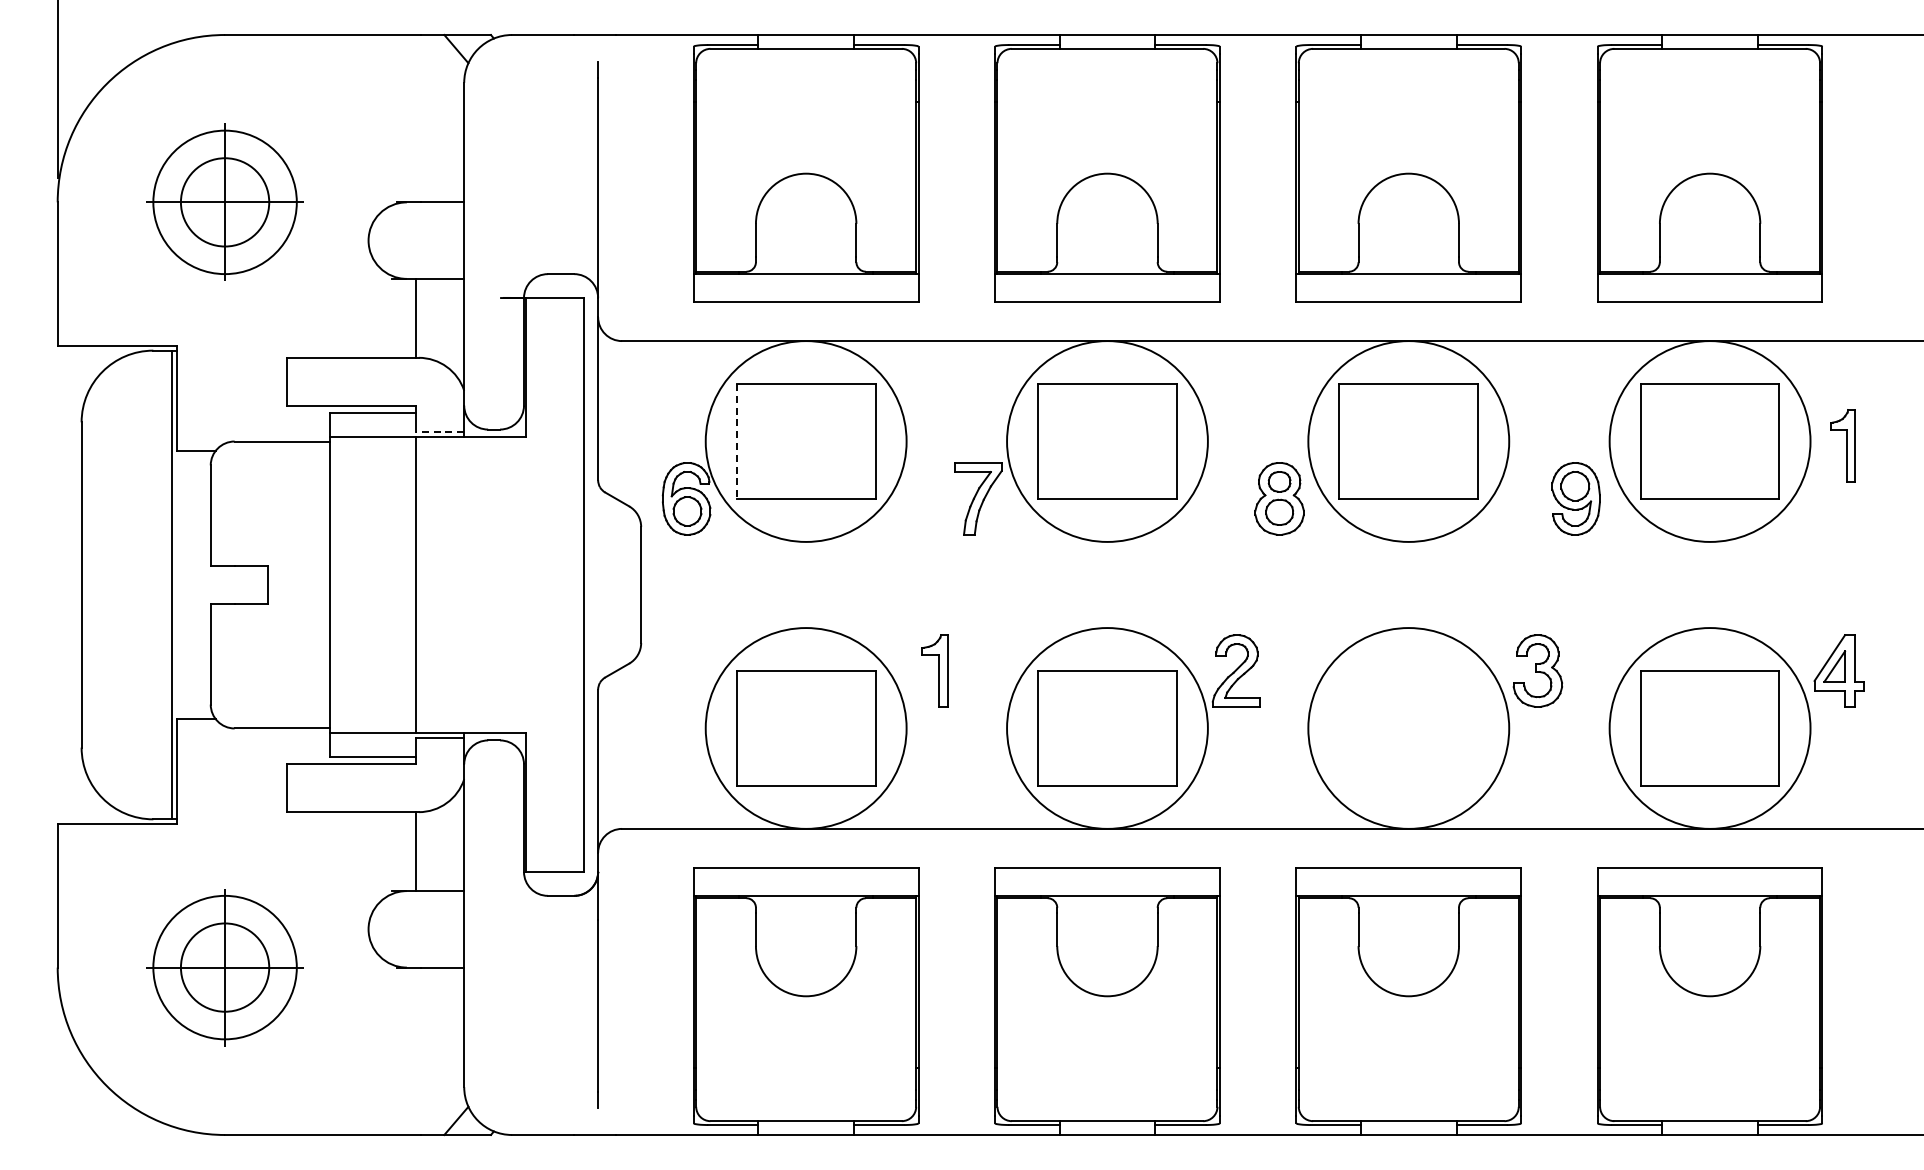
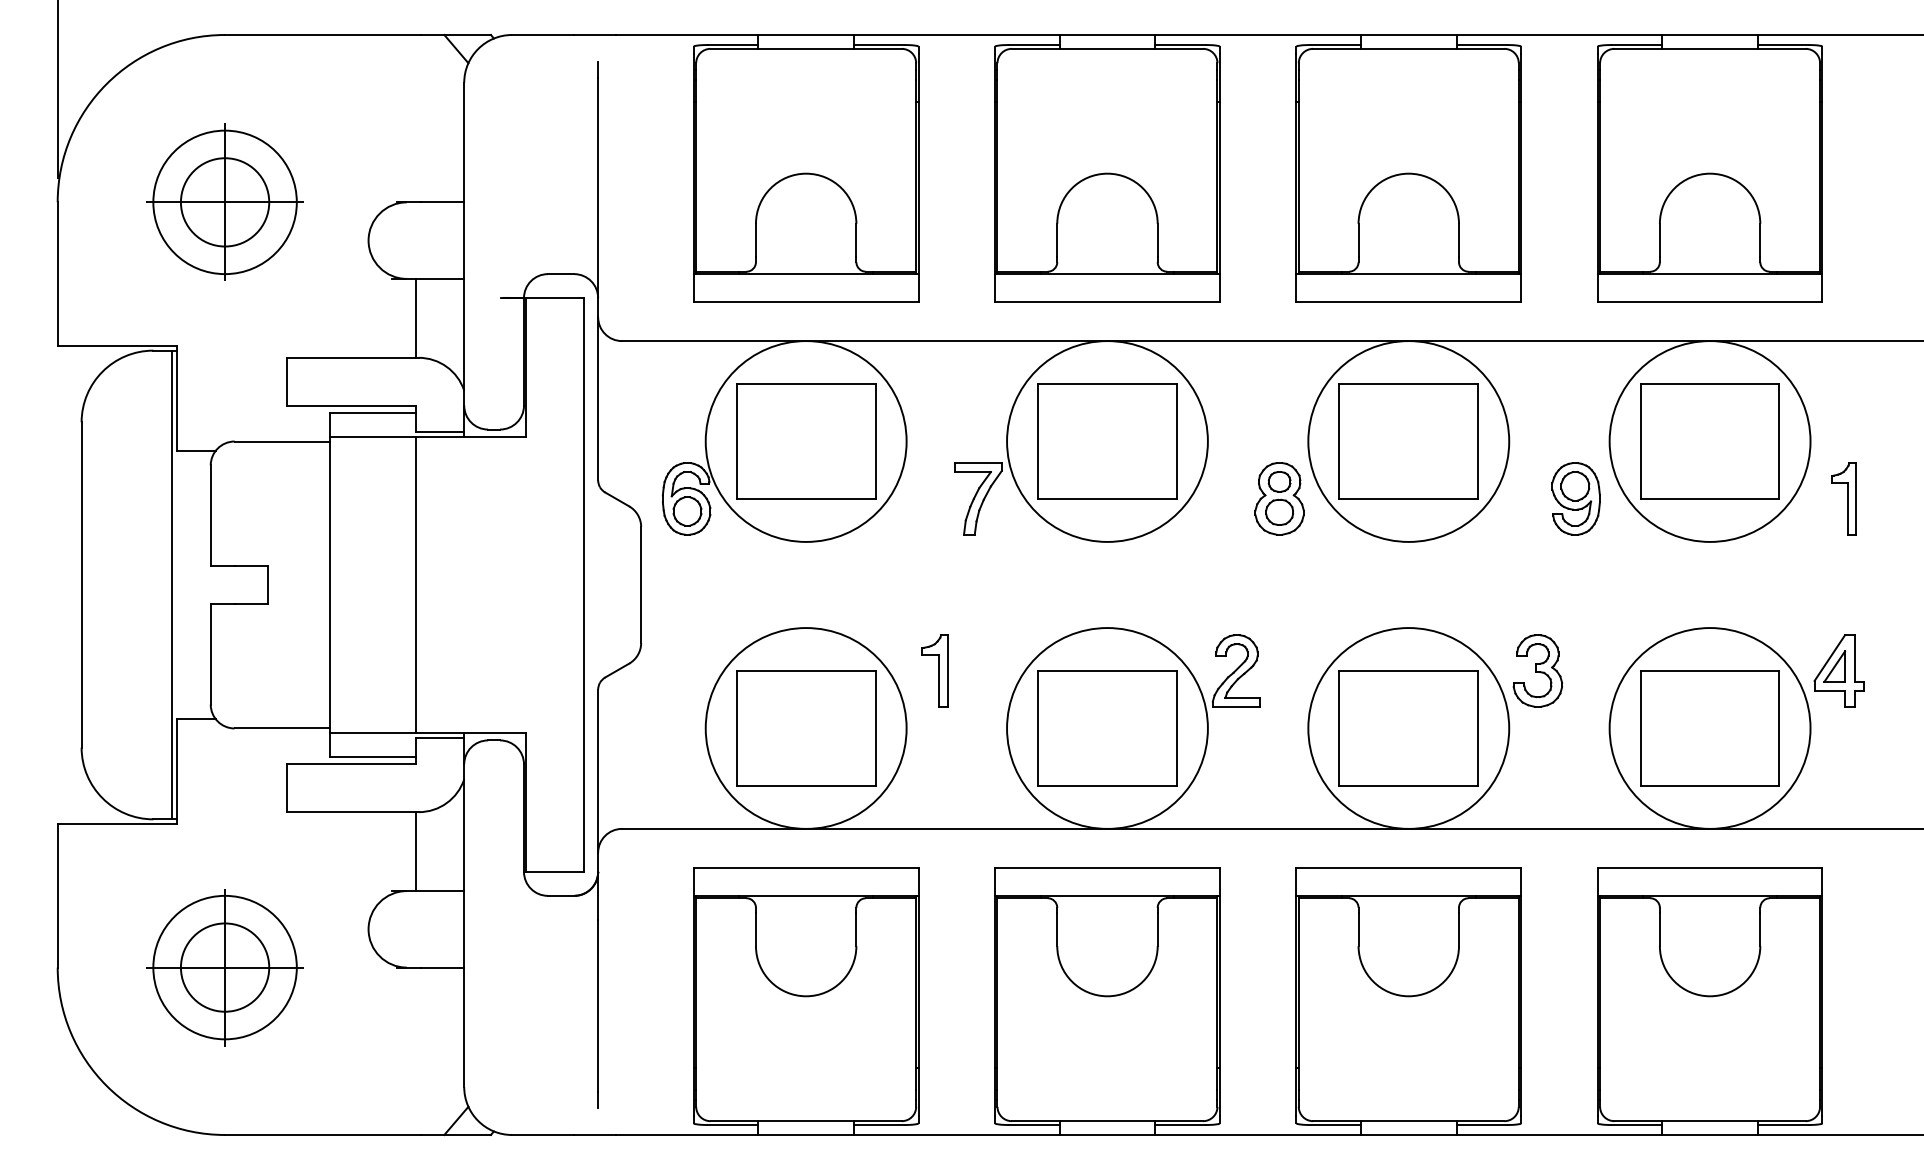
line at (440, 431): dashed -> solid
line at (736, 442): dashed -> solid
part at (1842, 445) position: (1842, 445) -> (1843, 498)
part at (1408, 728): none -> present
